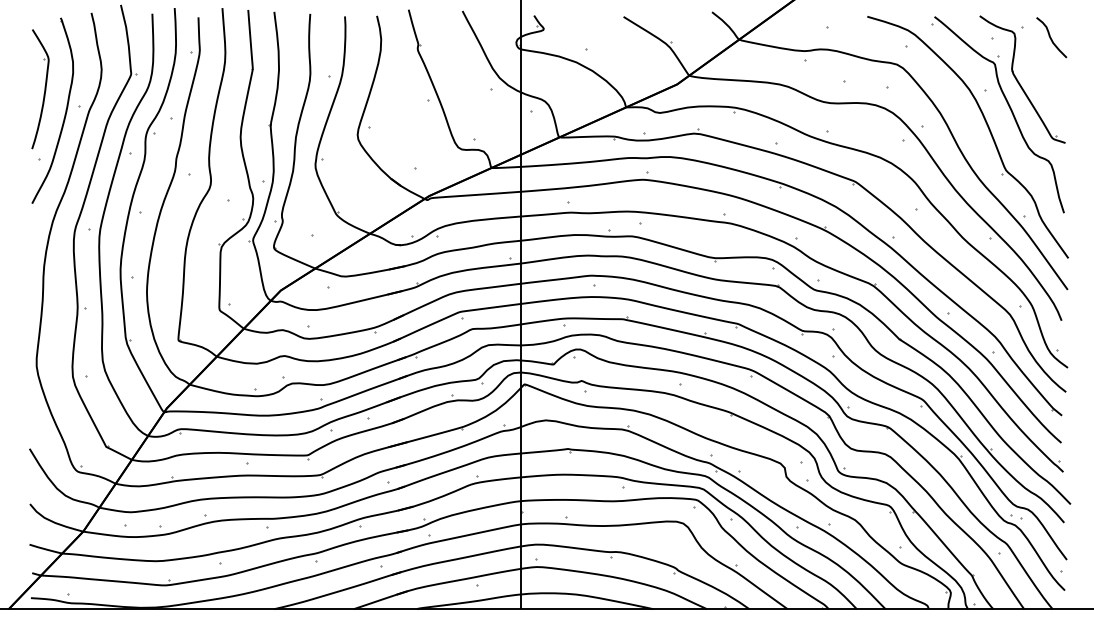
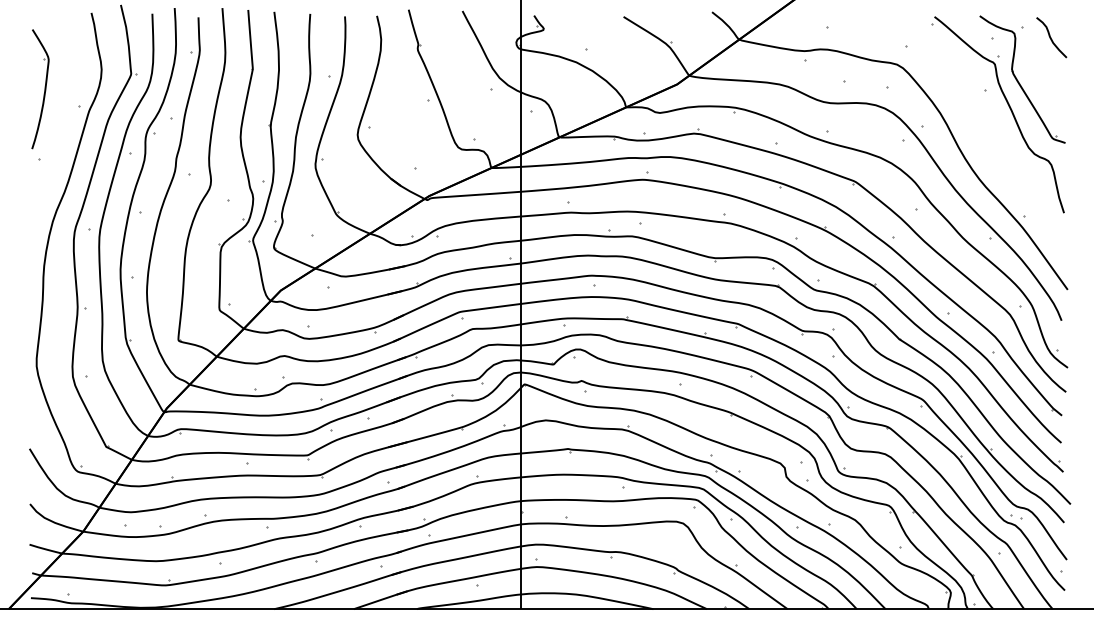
part at (64, 114): present -> none
part at (988, 130): present -> none
